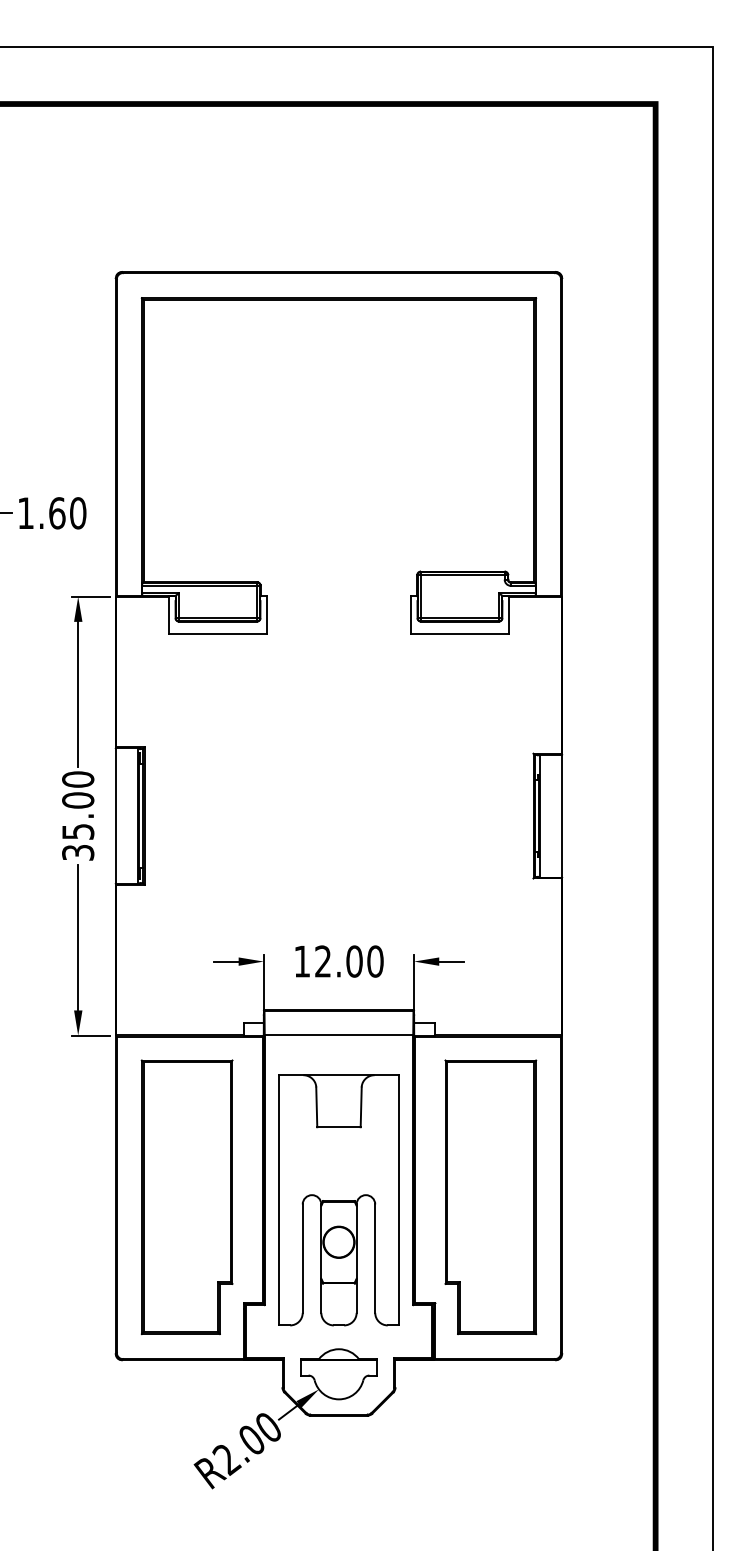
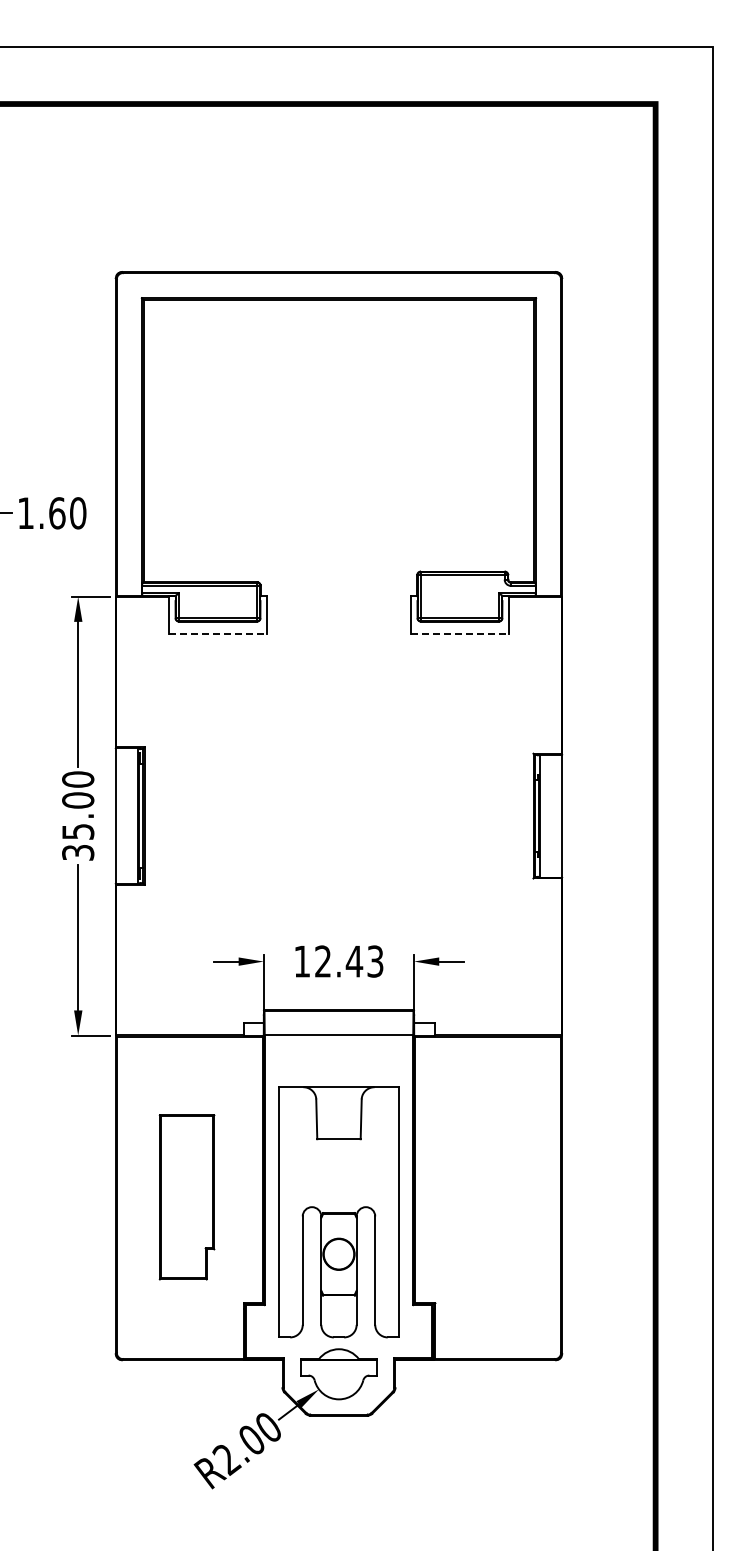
line at (218, 634): solid -> dashed
line at (459, 634): solid -> dashed
text at (364, 961): 12.00 -> 12.43
part at (186, 1197) size: 94x277 px -> 58x167 px
part at (490, 1197): present -> none
part at (338, 1200) position: (338, 1200) -> (338, 1212)
